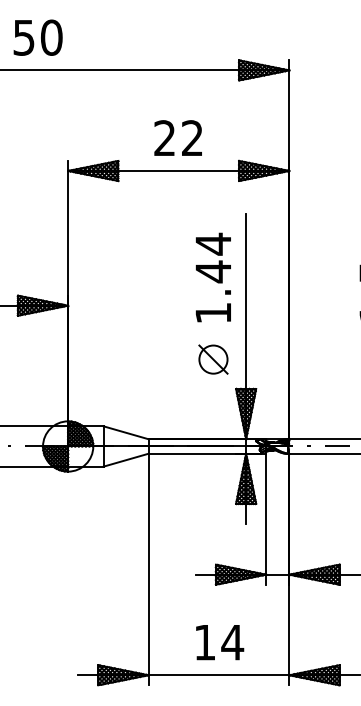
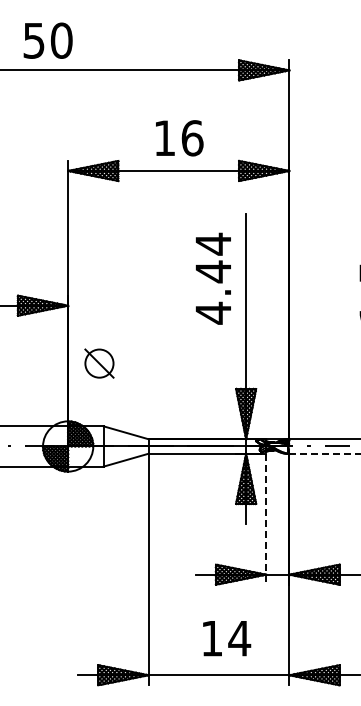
text at (37, 37) position: (37, 37) -> (47, 40)
text at (178, 138): 22 -> 16
text at (212, 312): 1.44 -> 4.44
part at (213, 359) position: (213, 359) -> (99, 363)
line at (325, 454): solid -> dashed
line at (266, 519): solid -> dashed
text at (220, 642) position: (220, 642) -> (227, 638)
